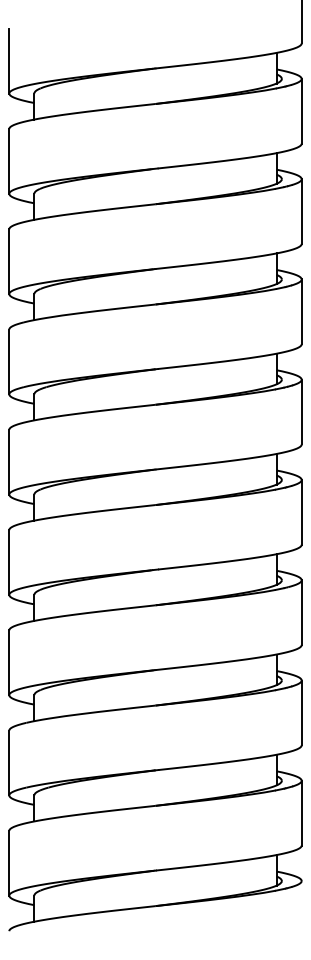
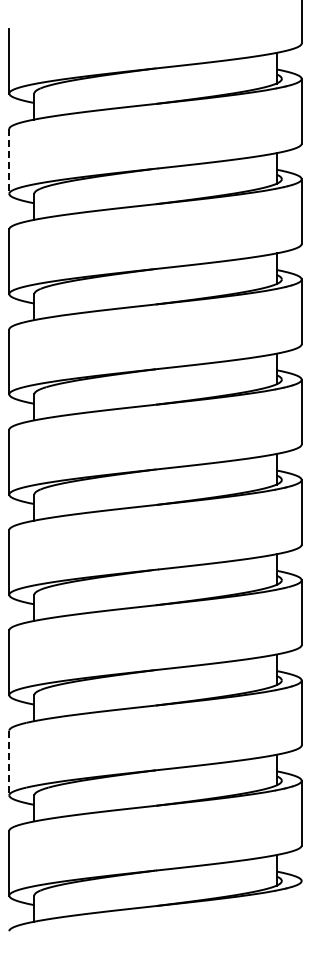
line at (9, 161): solid -> dashed
line at (9, 763): solid -> dashed
